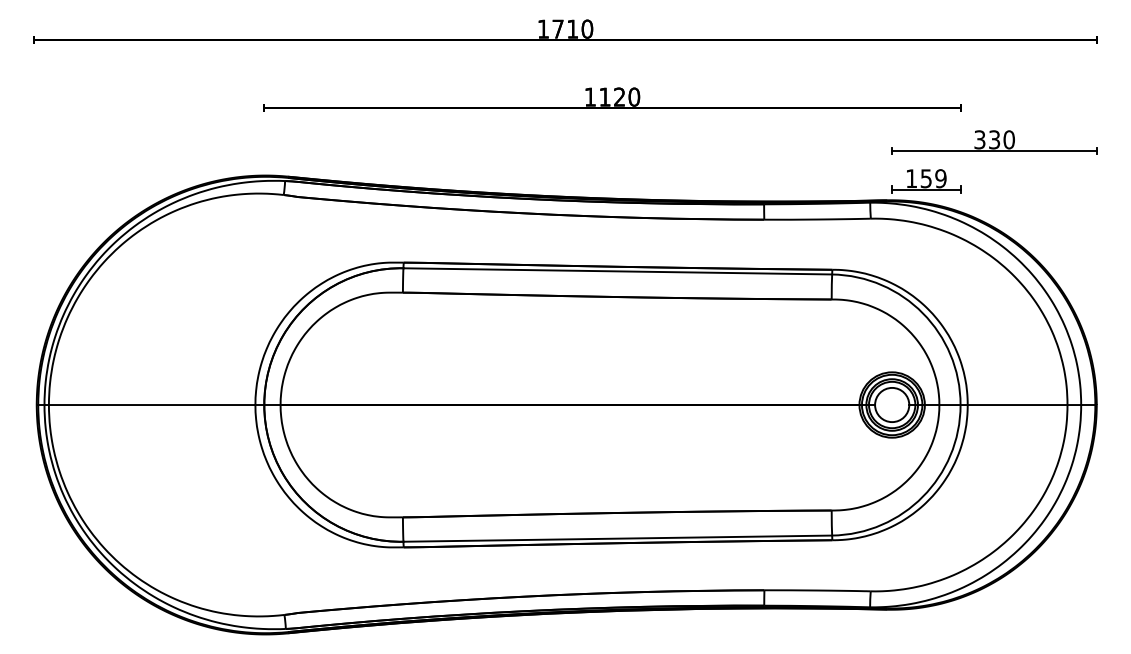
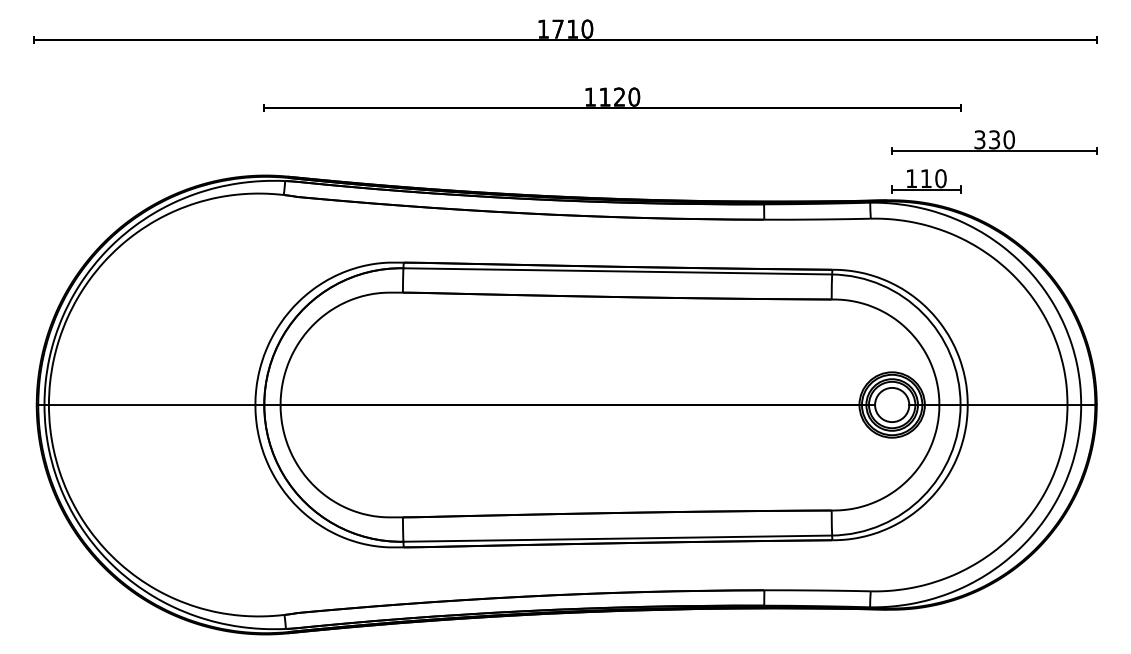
text at (933, 178): 159 -> 110
